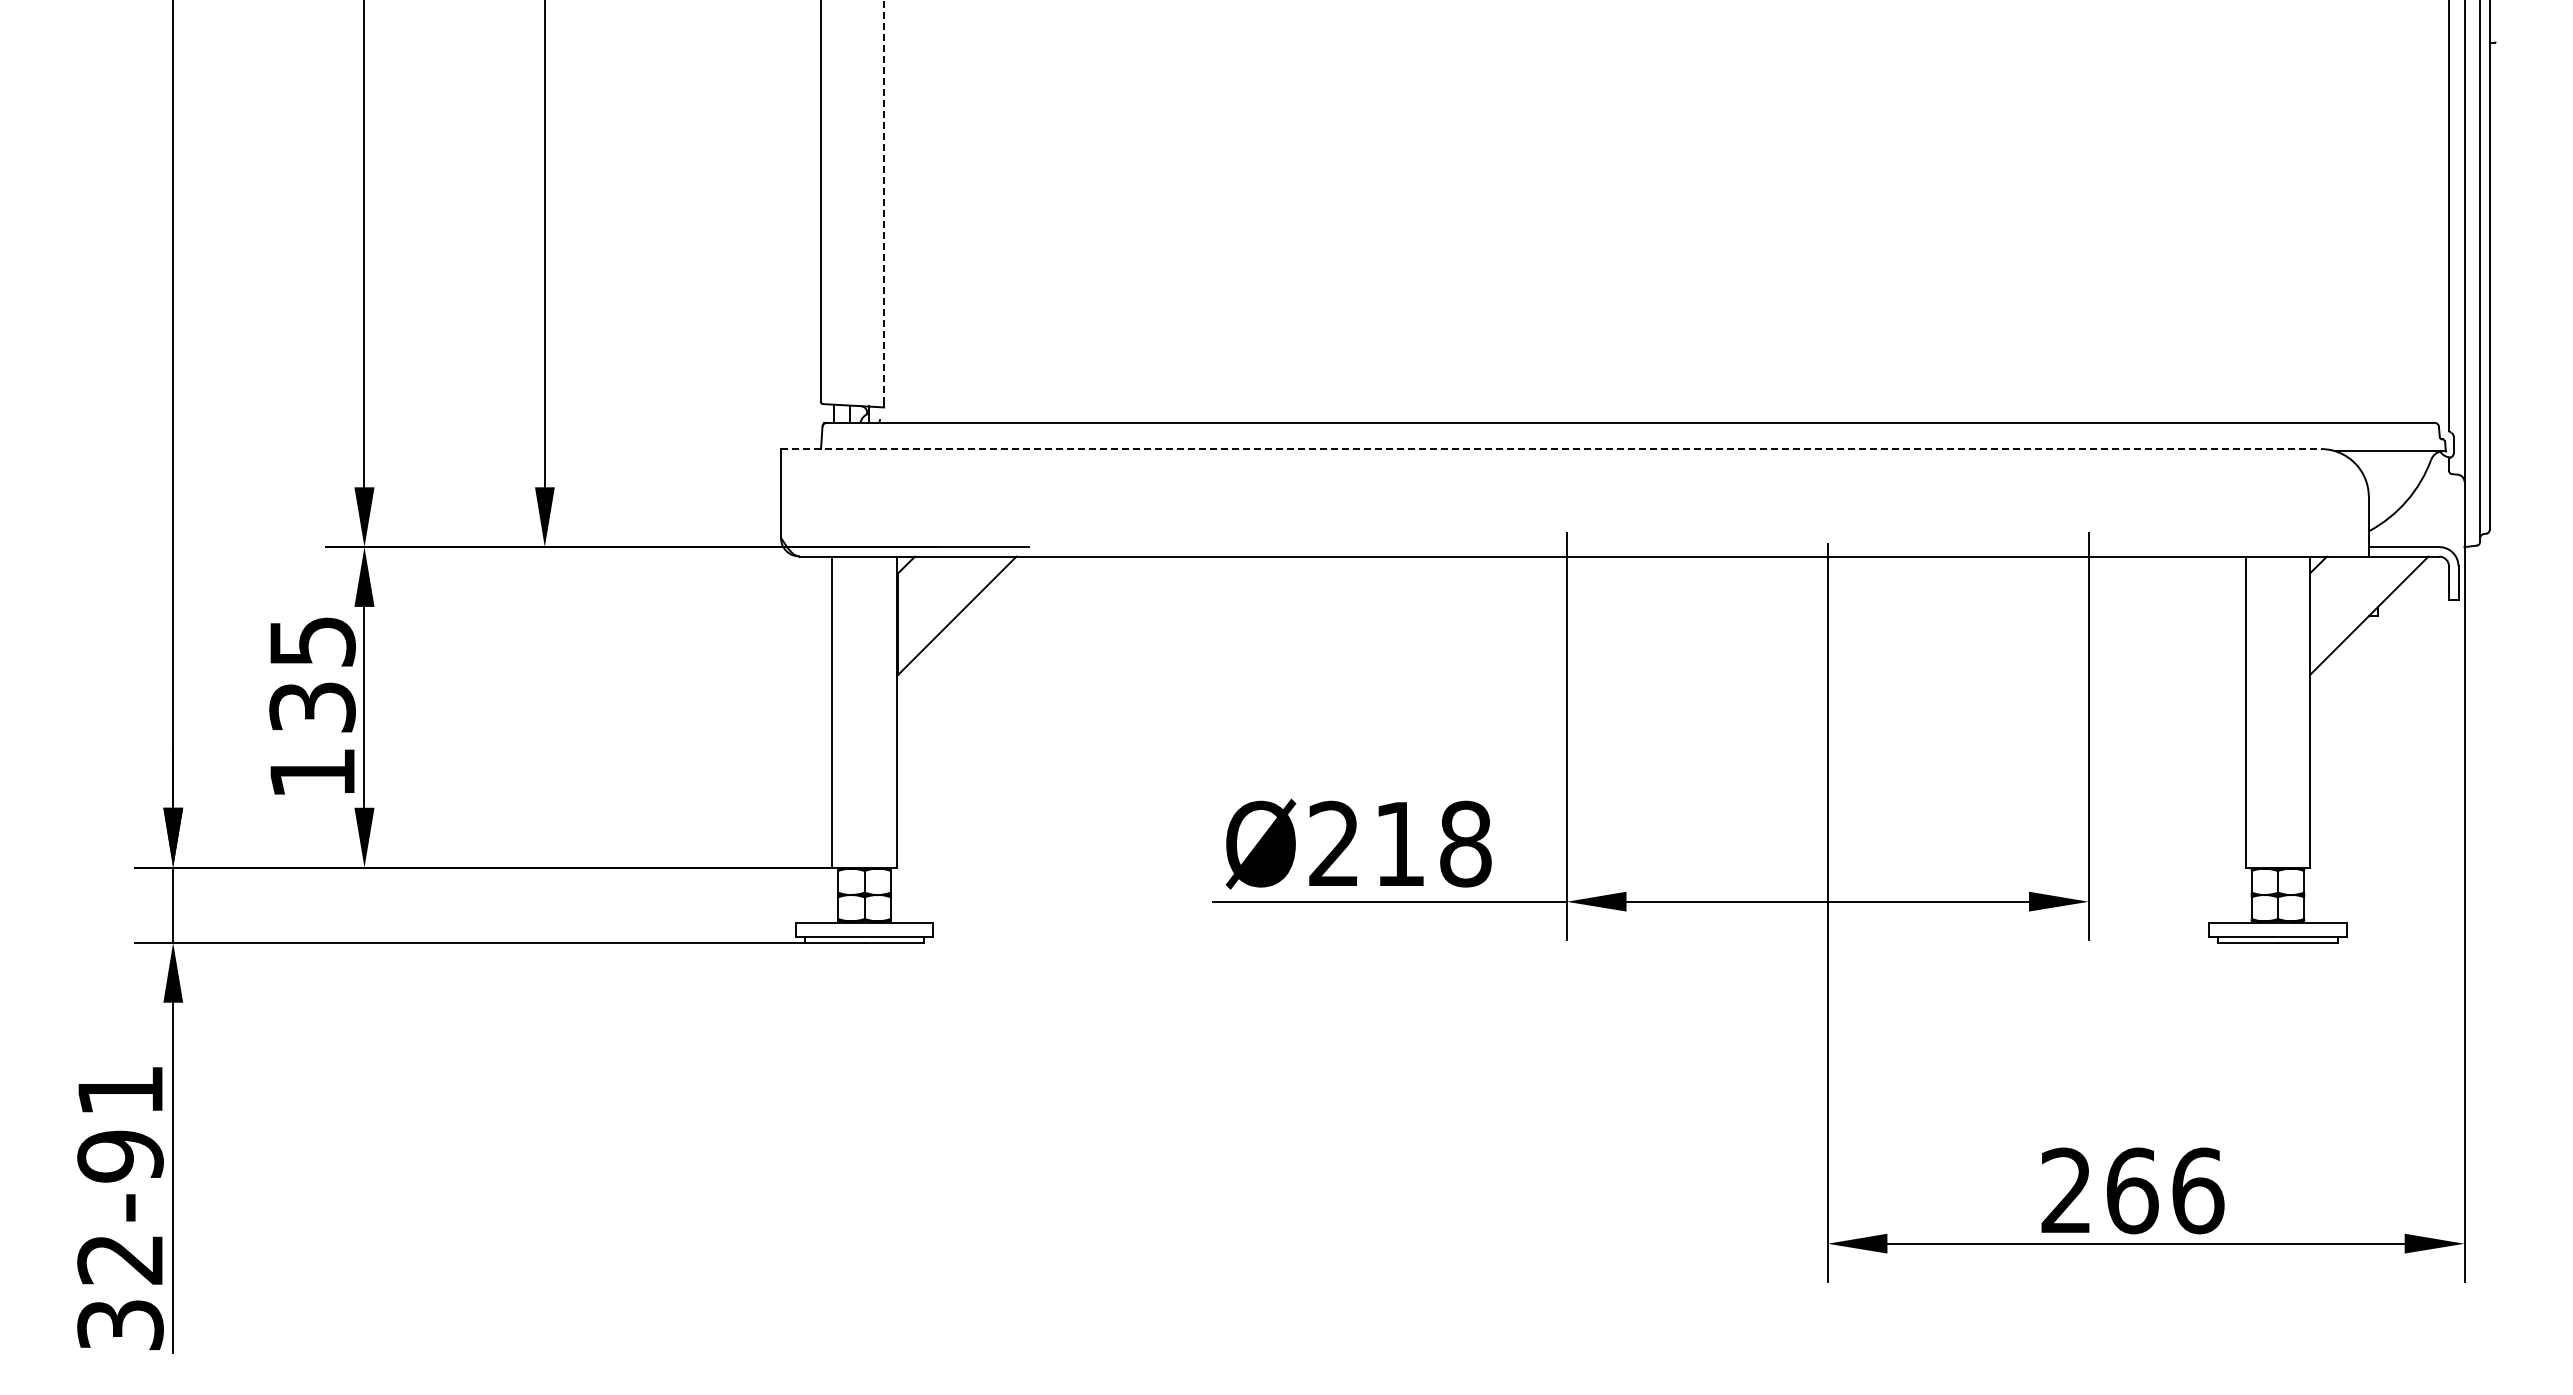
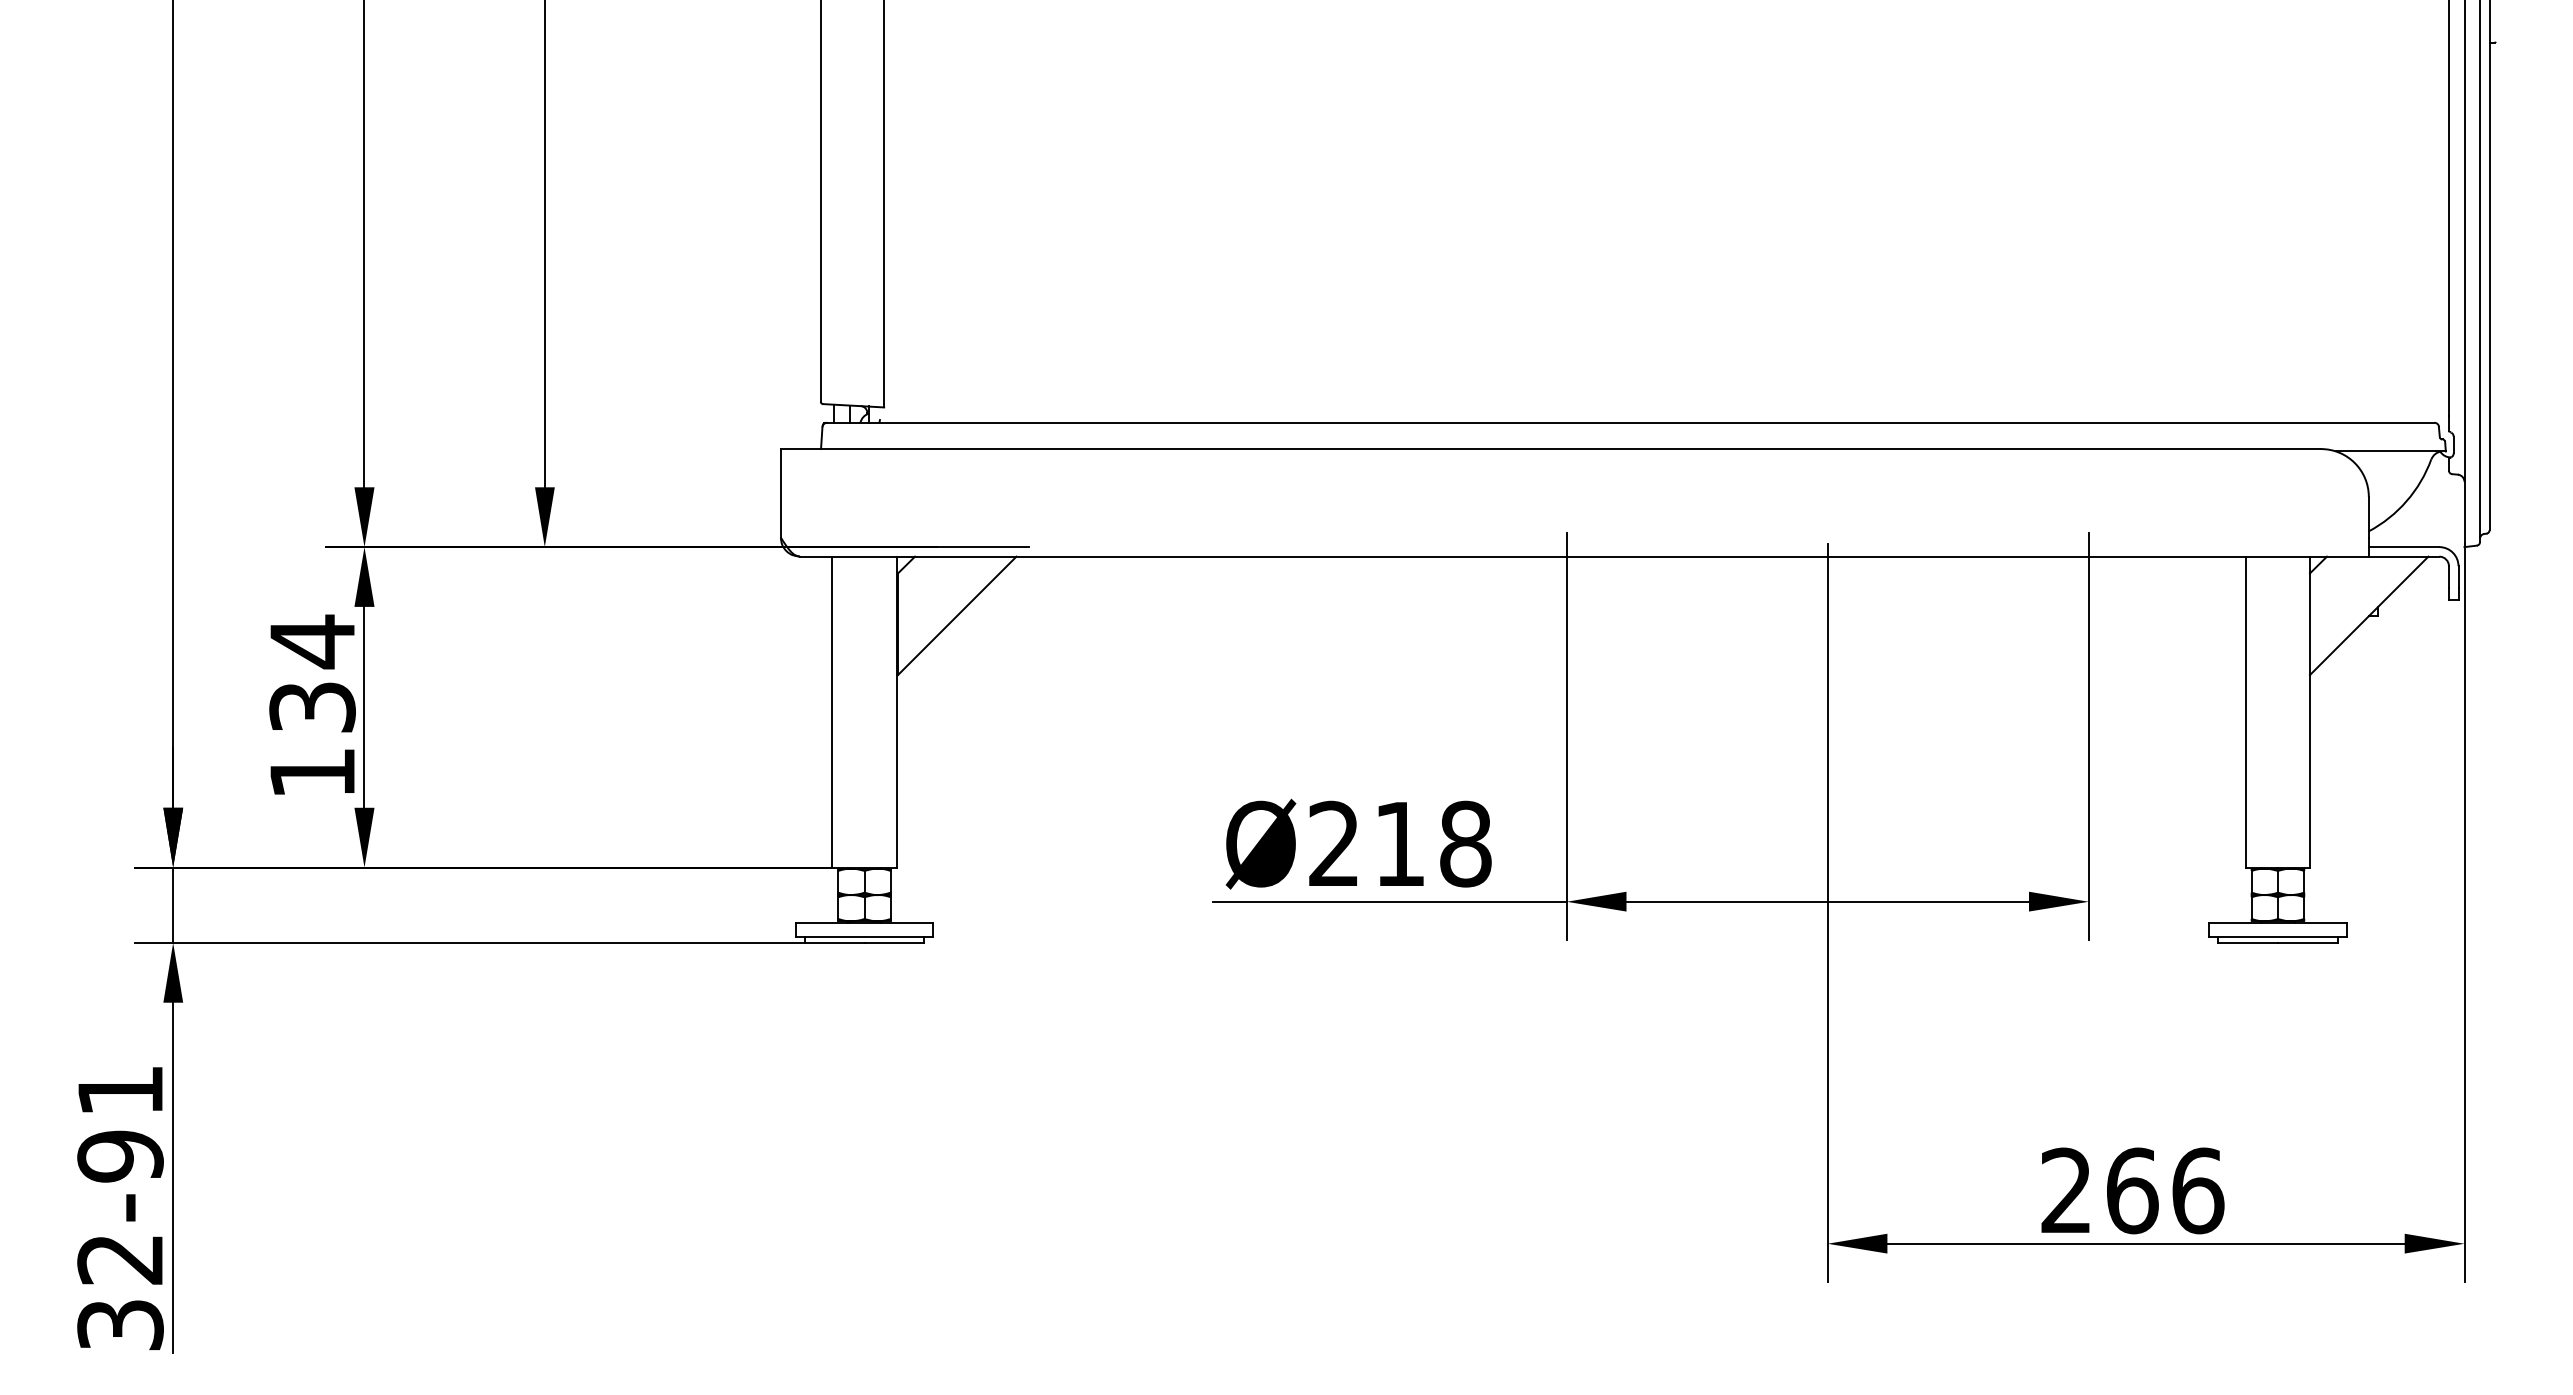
line at (884, 201): dashed -> solid
line at (1551, 449): dashed -> solid
text at (312, 641): 135 -> 134
